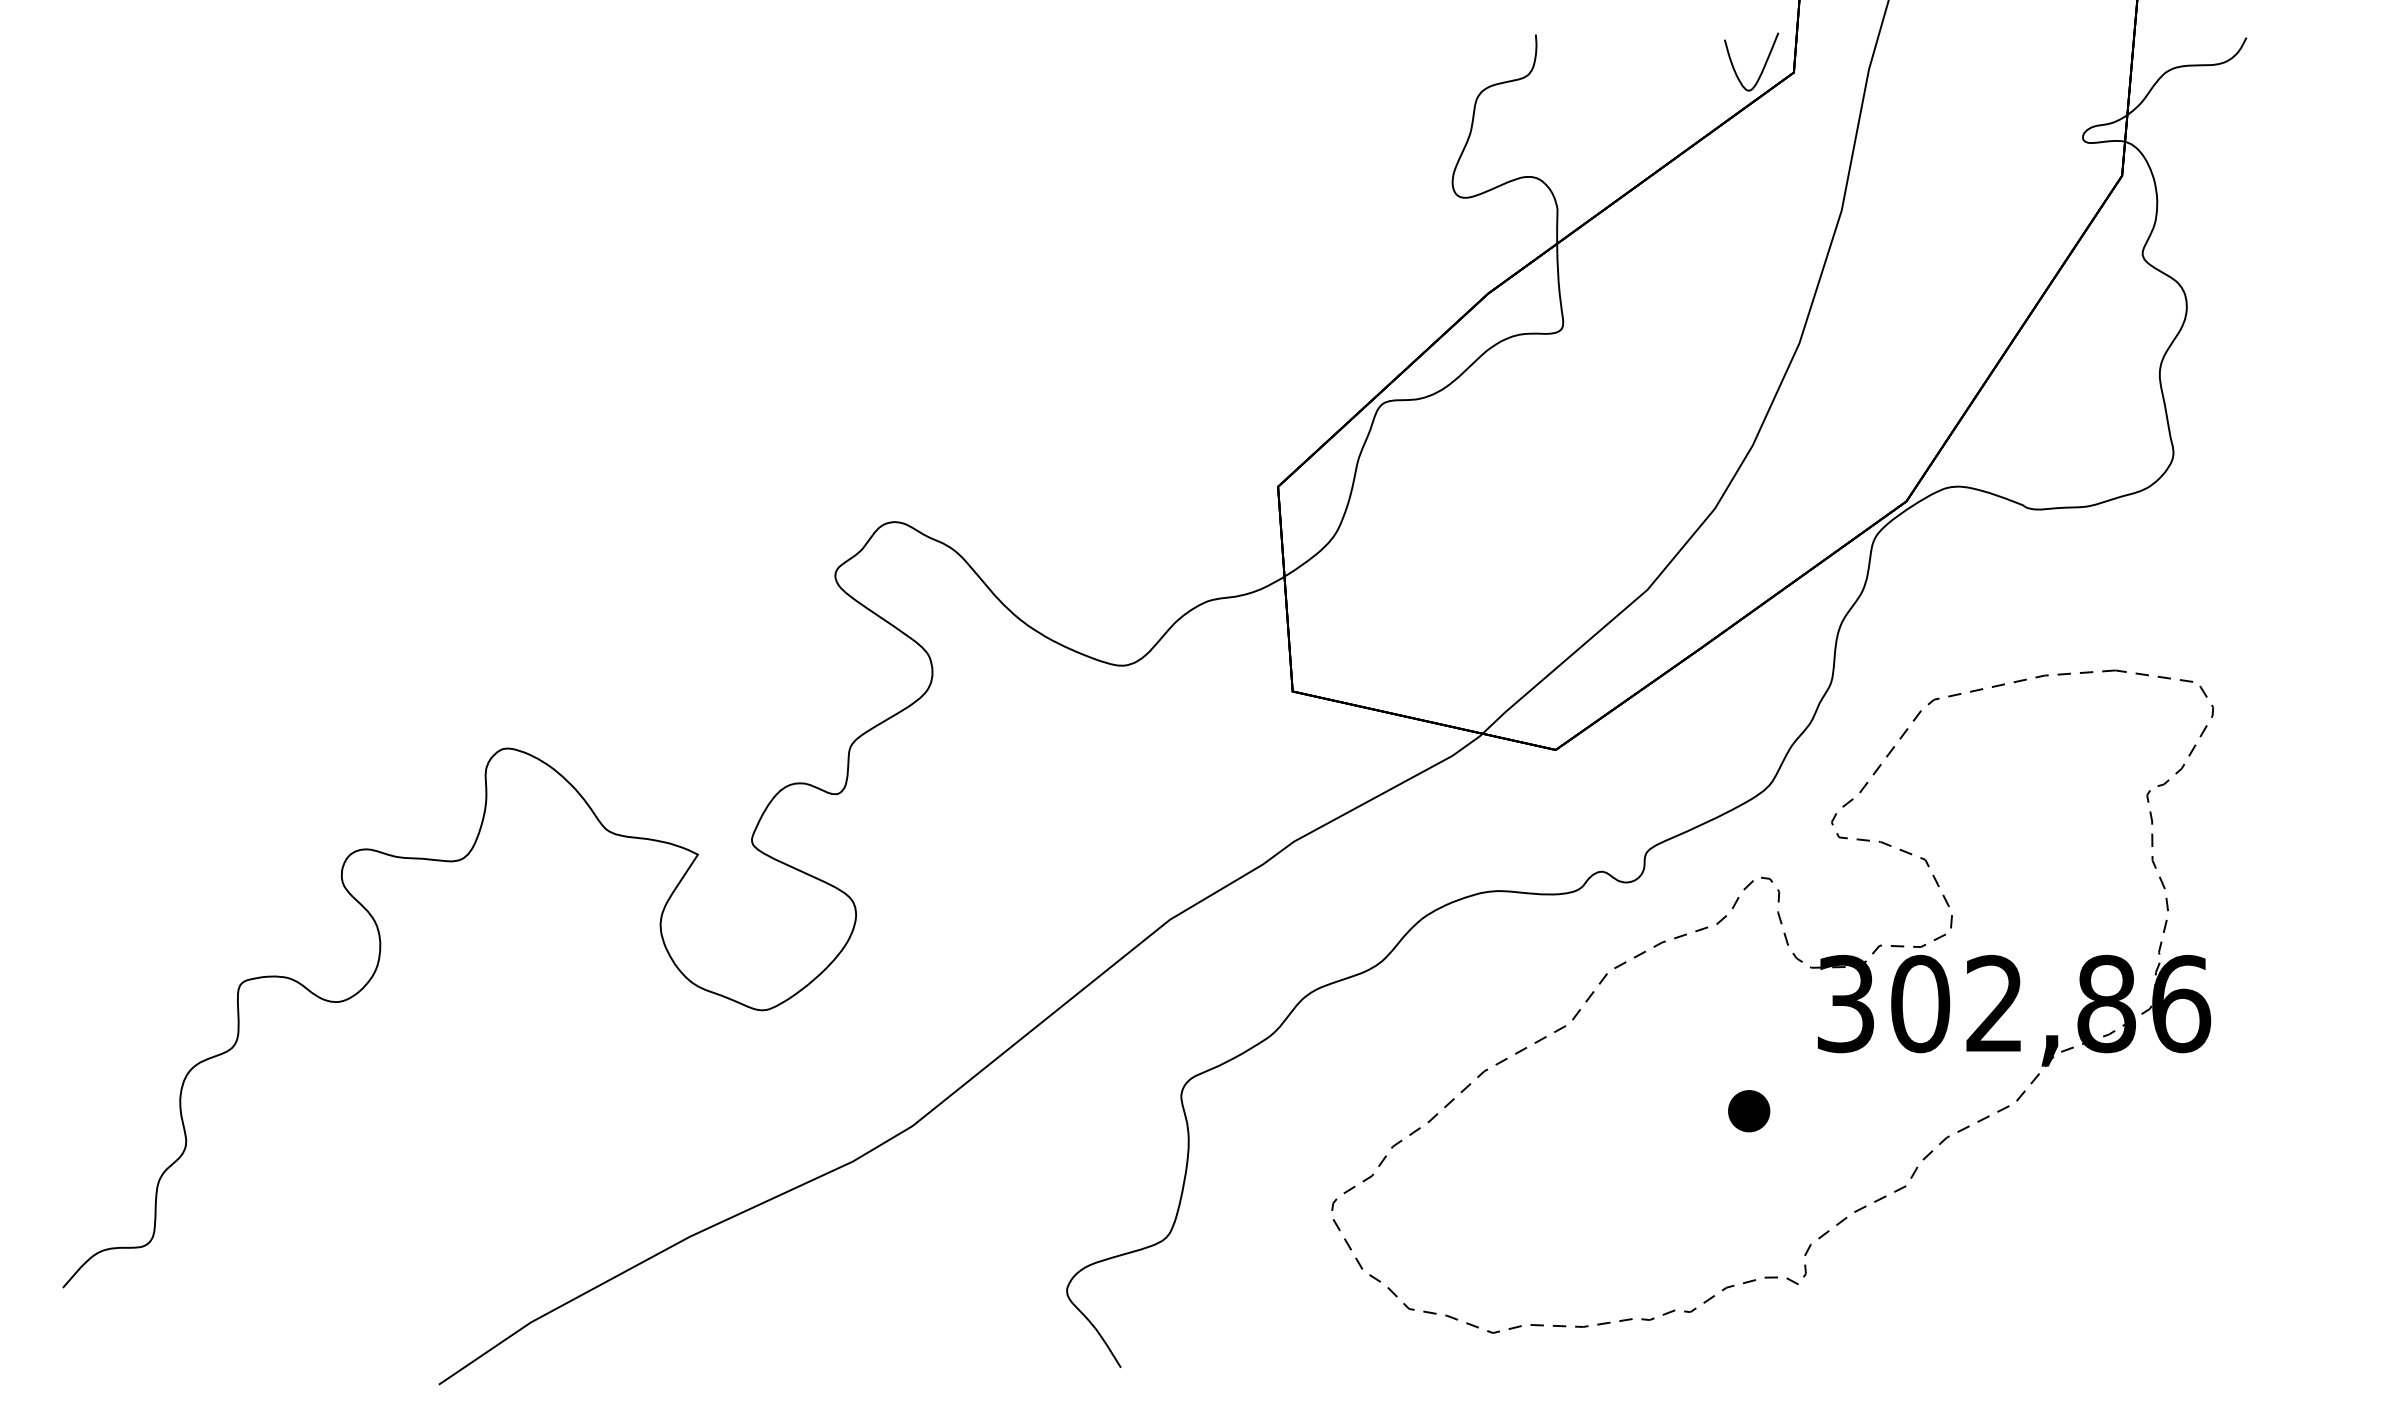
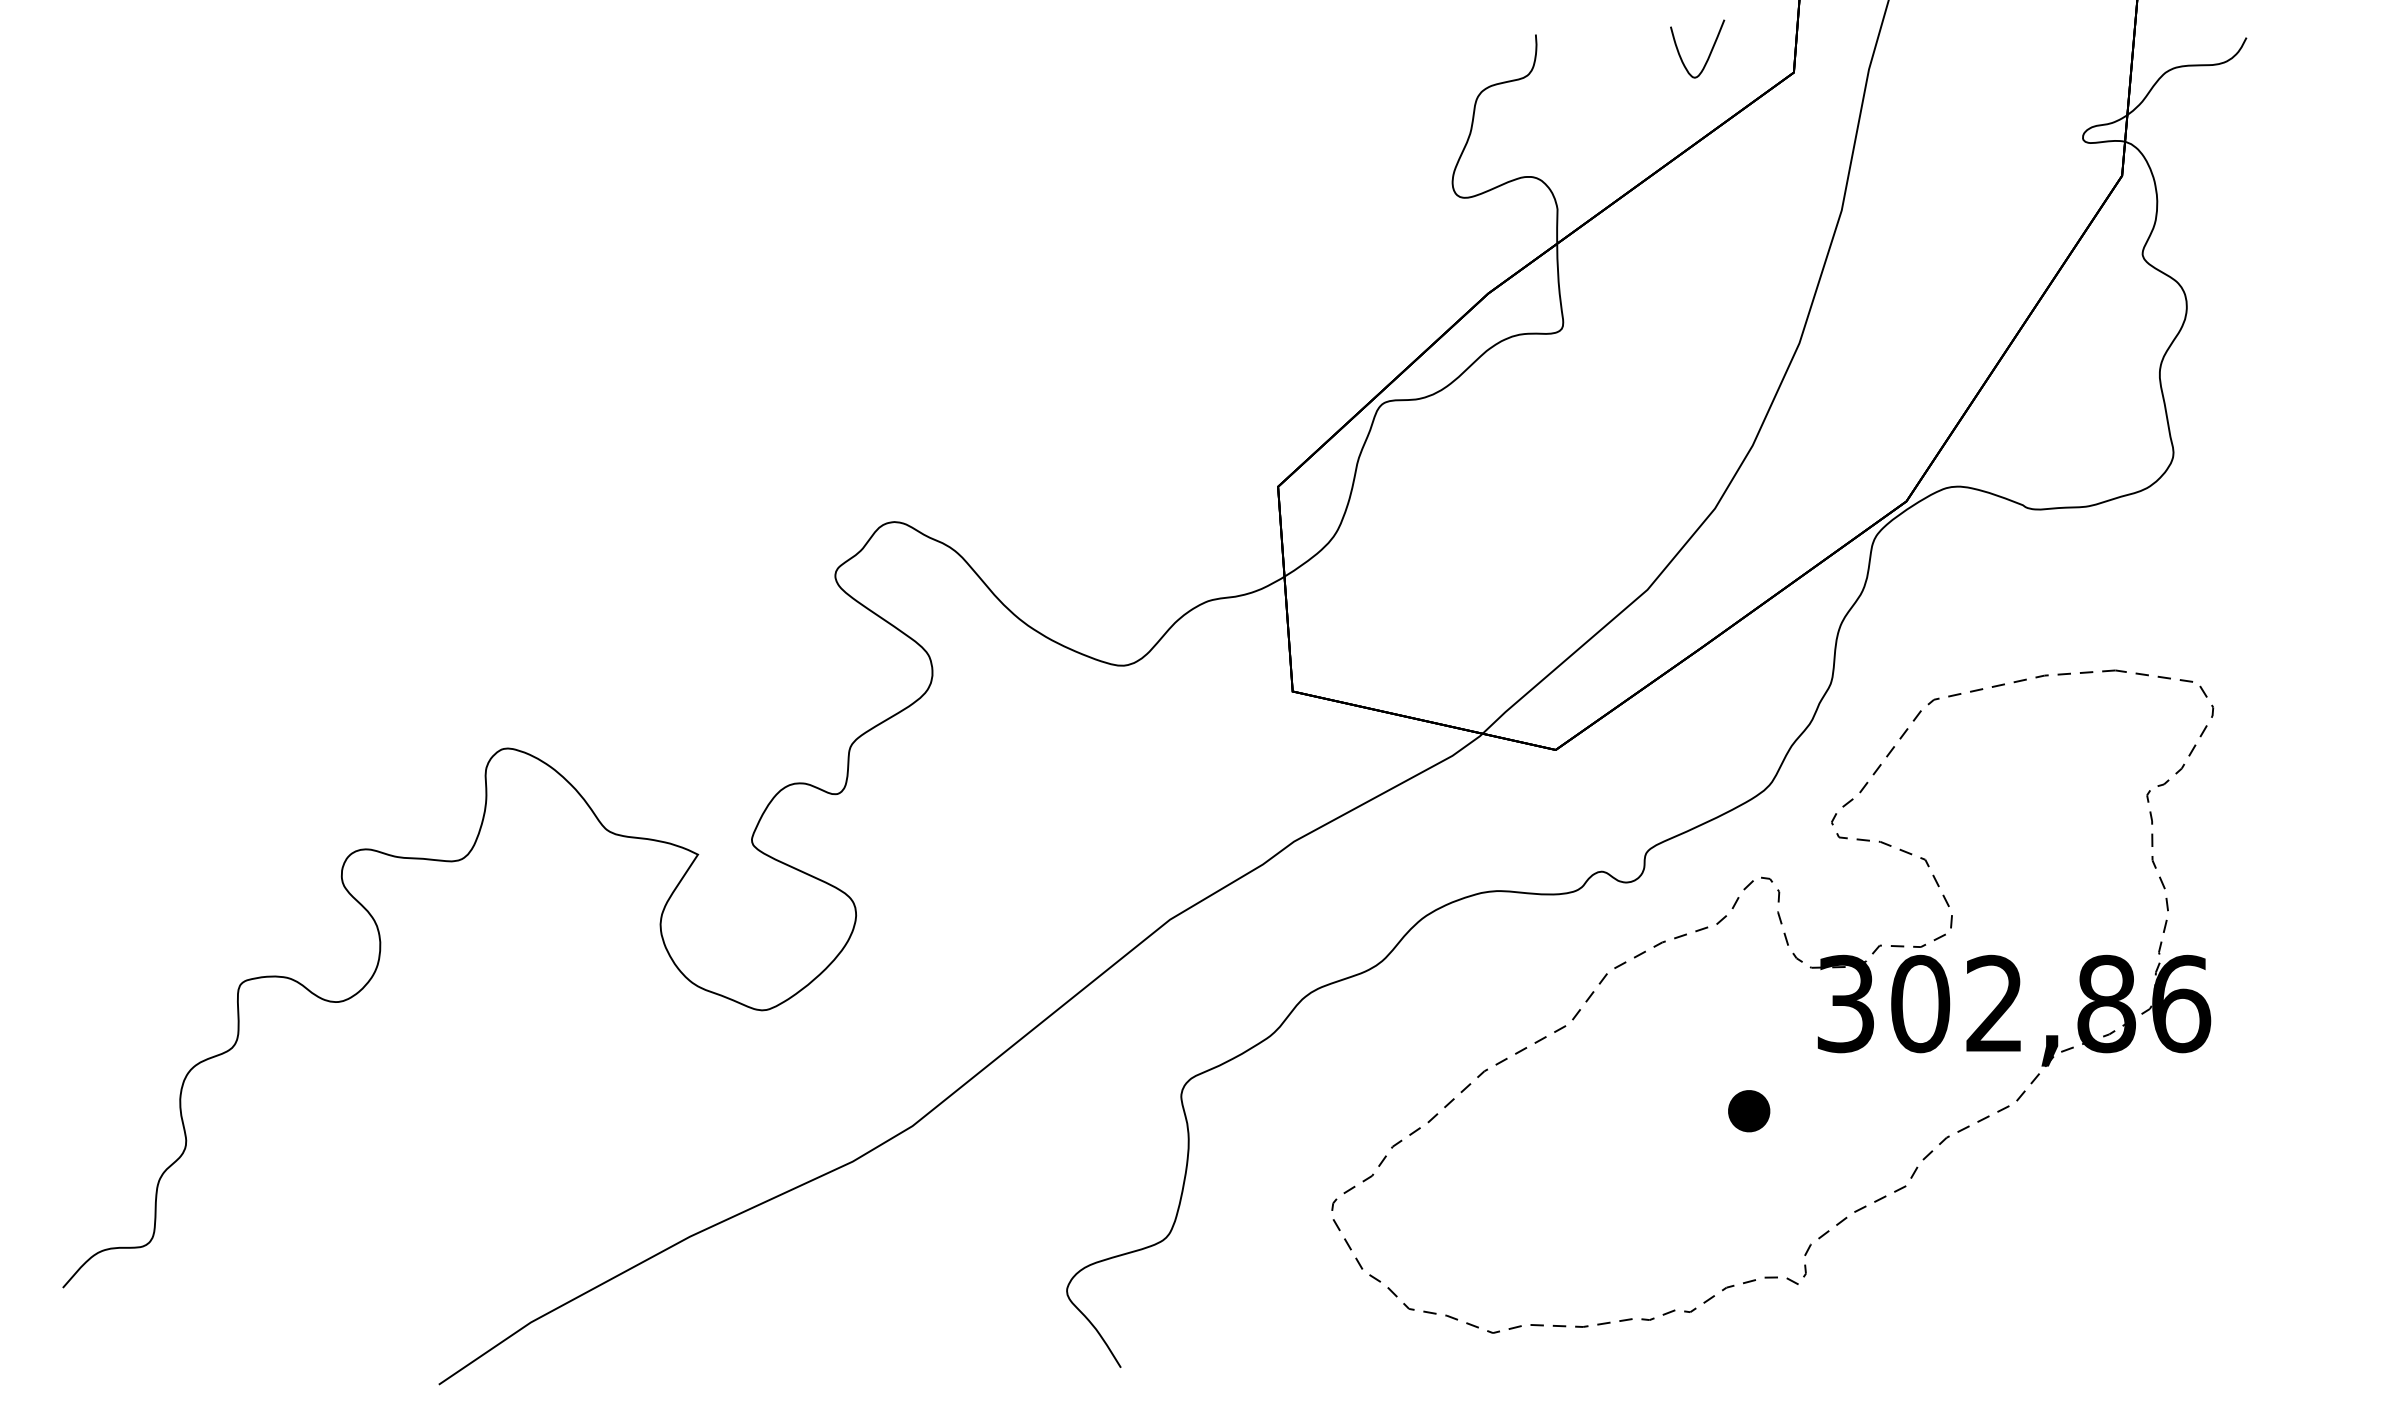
curve at (1763, 66) position: (1763, 66) -> (1709, 53)
